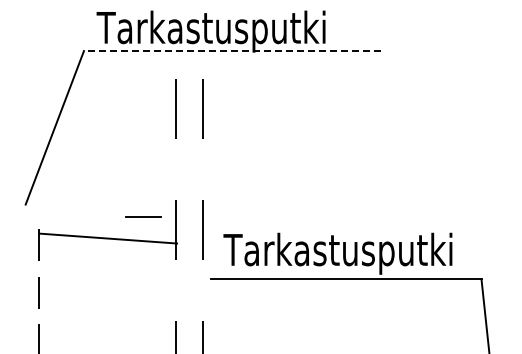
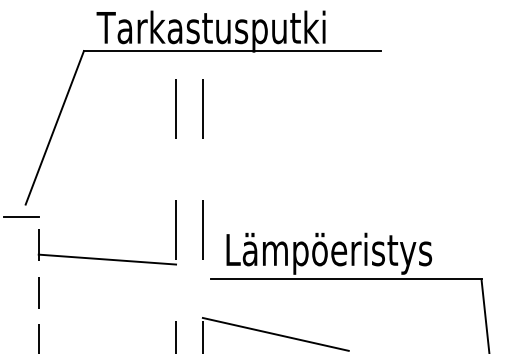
line at (231, 51): dashed -> solid
line at (143, 216) position: (143, 216) -> (21, 216)
line at (108, 238) position: (108, 238) -> (107, 259)
text at (337, 253): Tarkastusputki -> Lämpöeristys
line at (275, 333): none -> present
